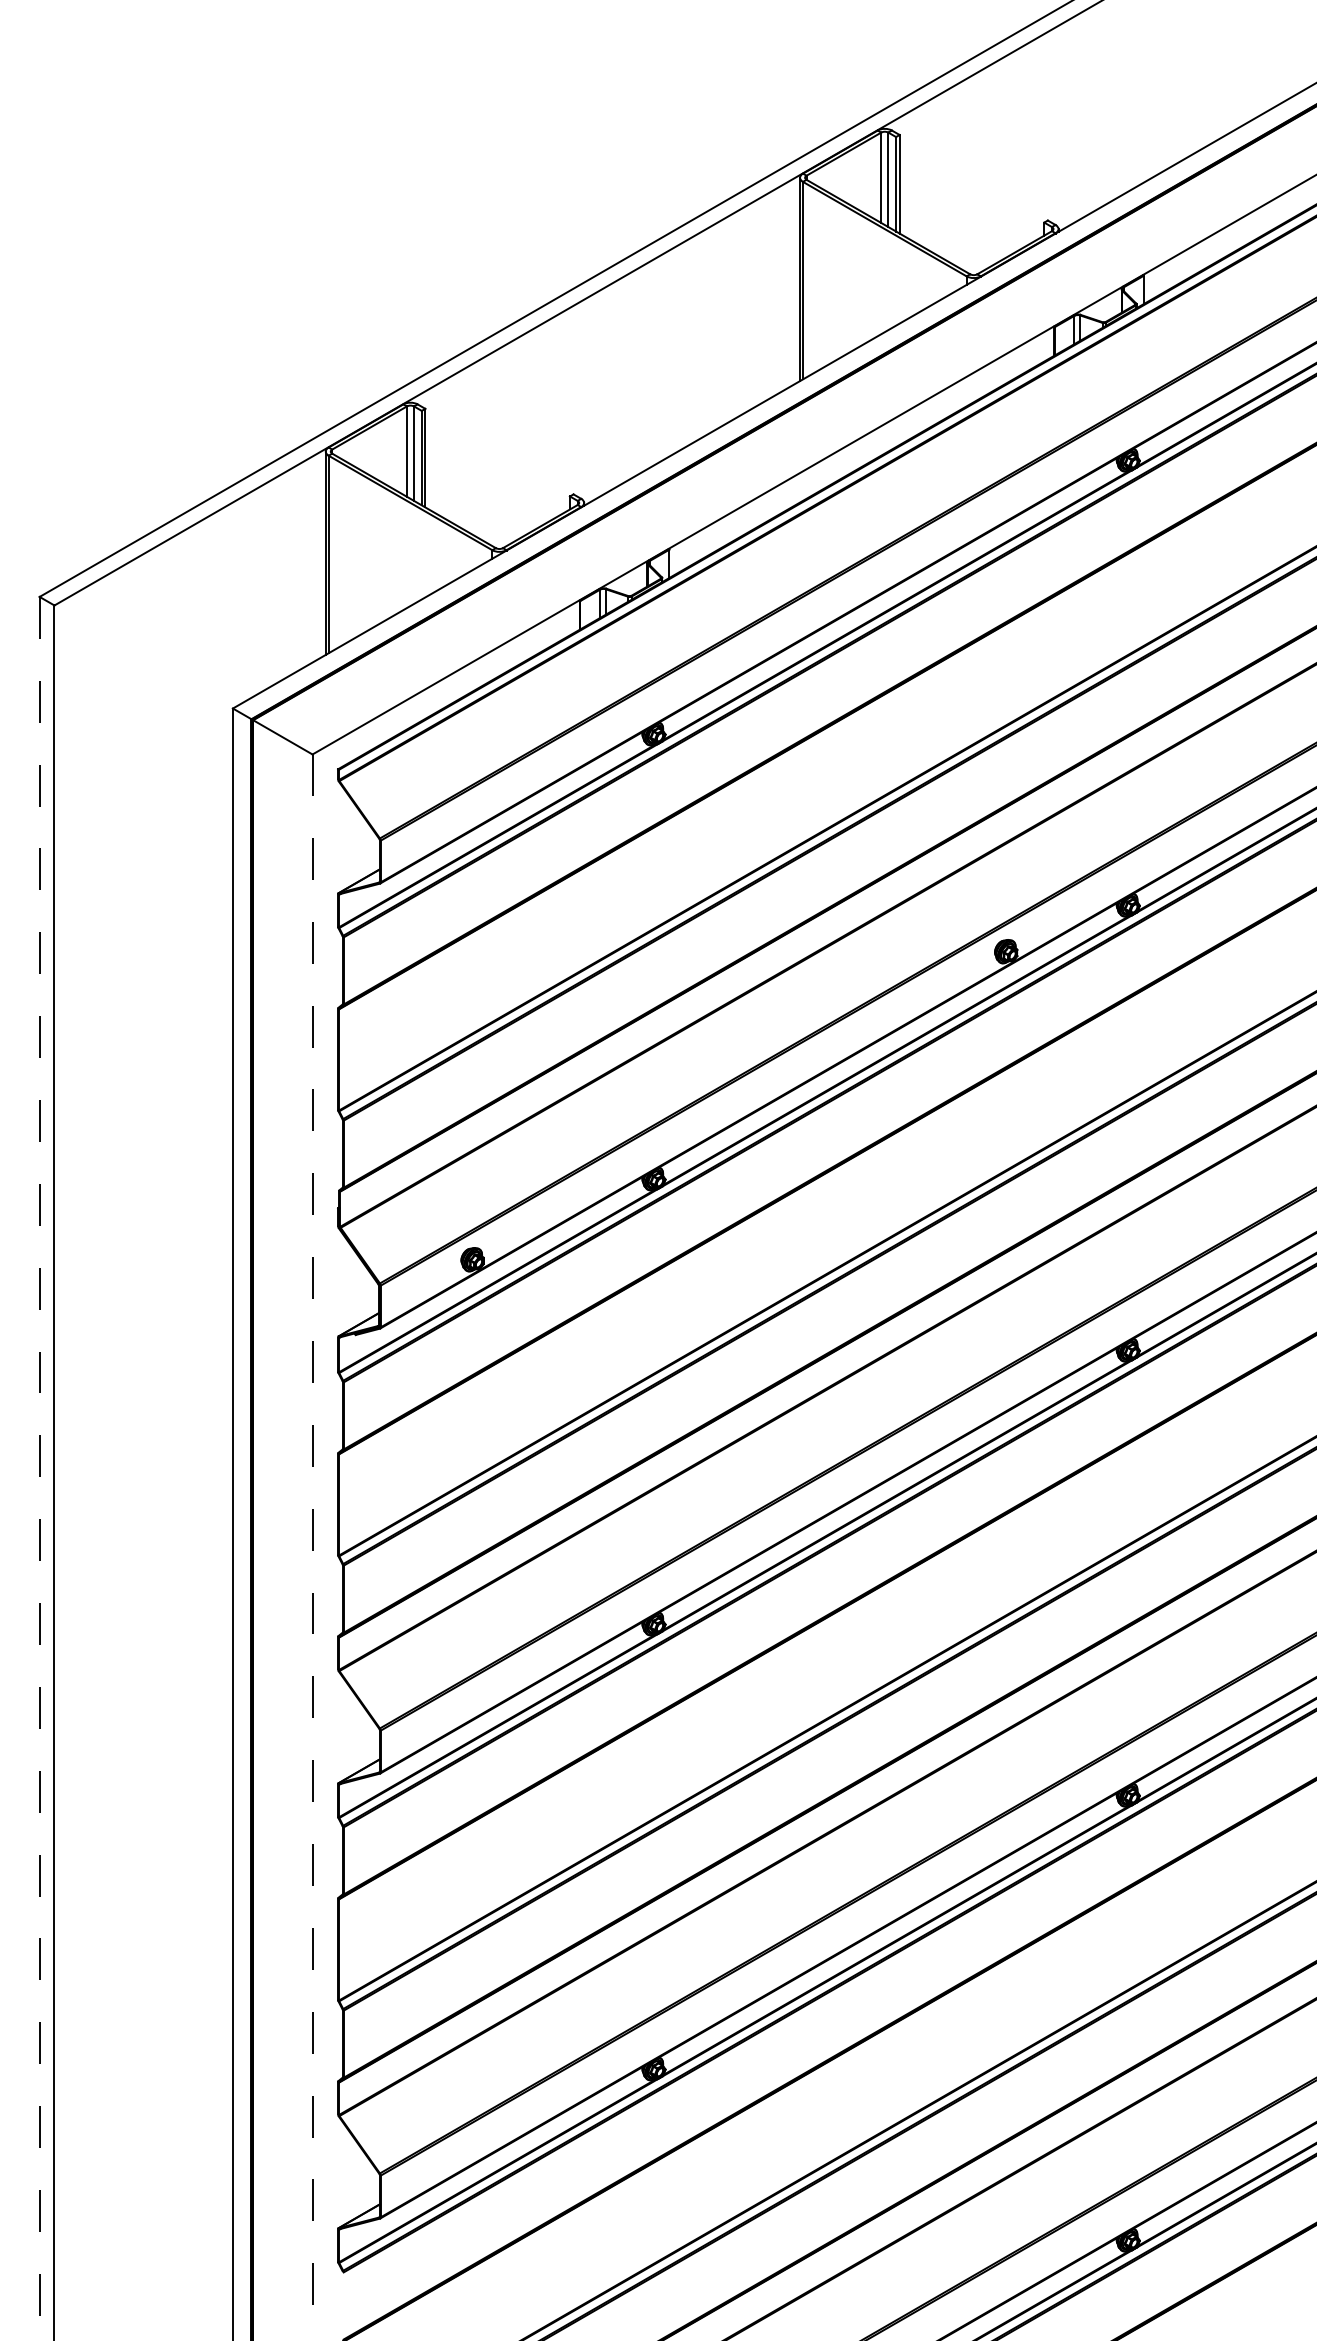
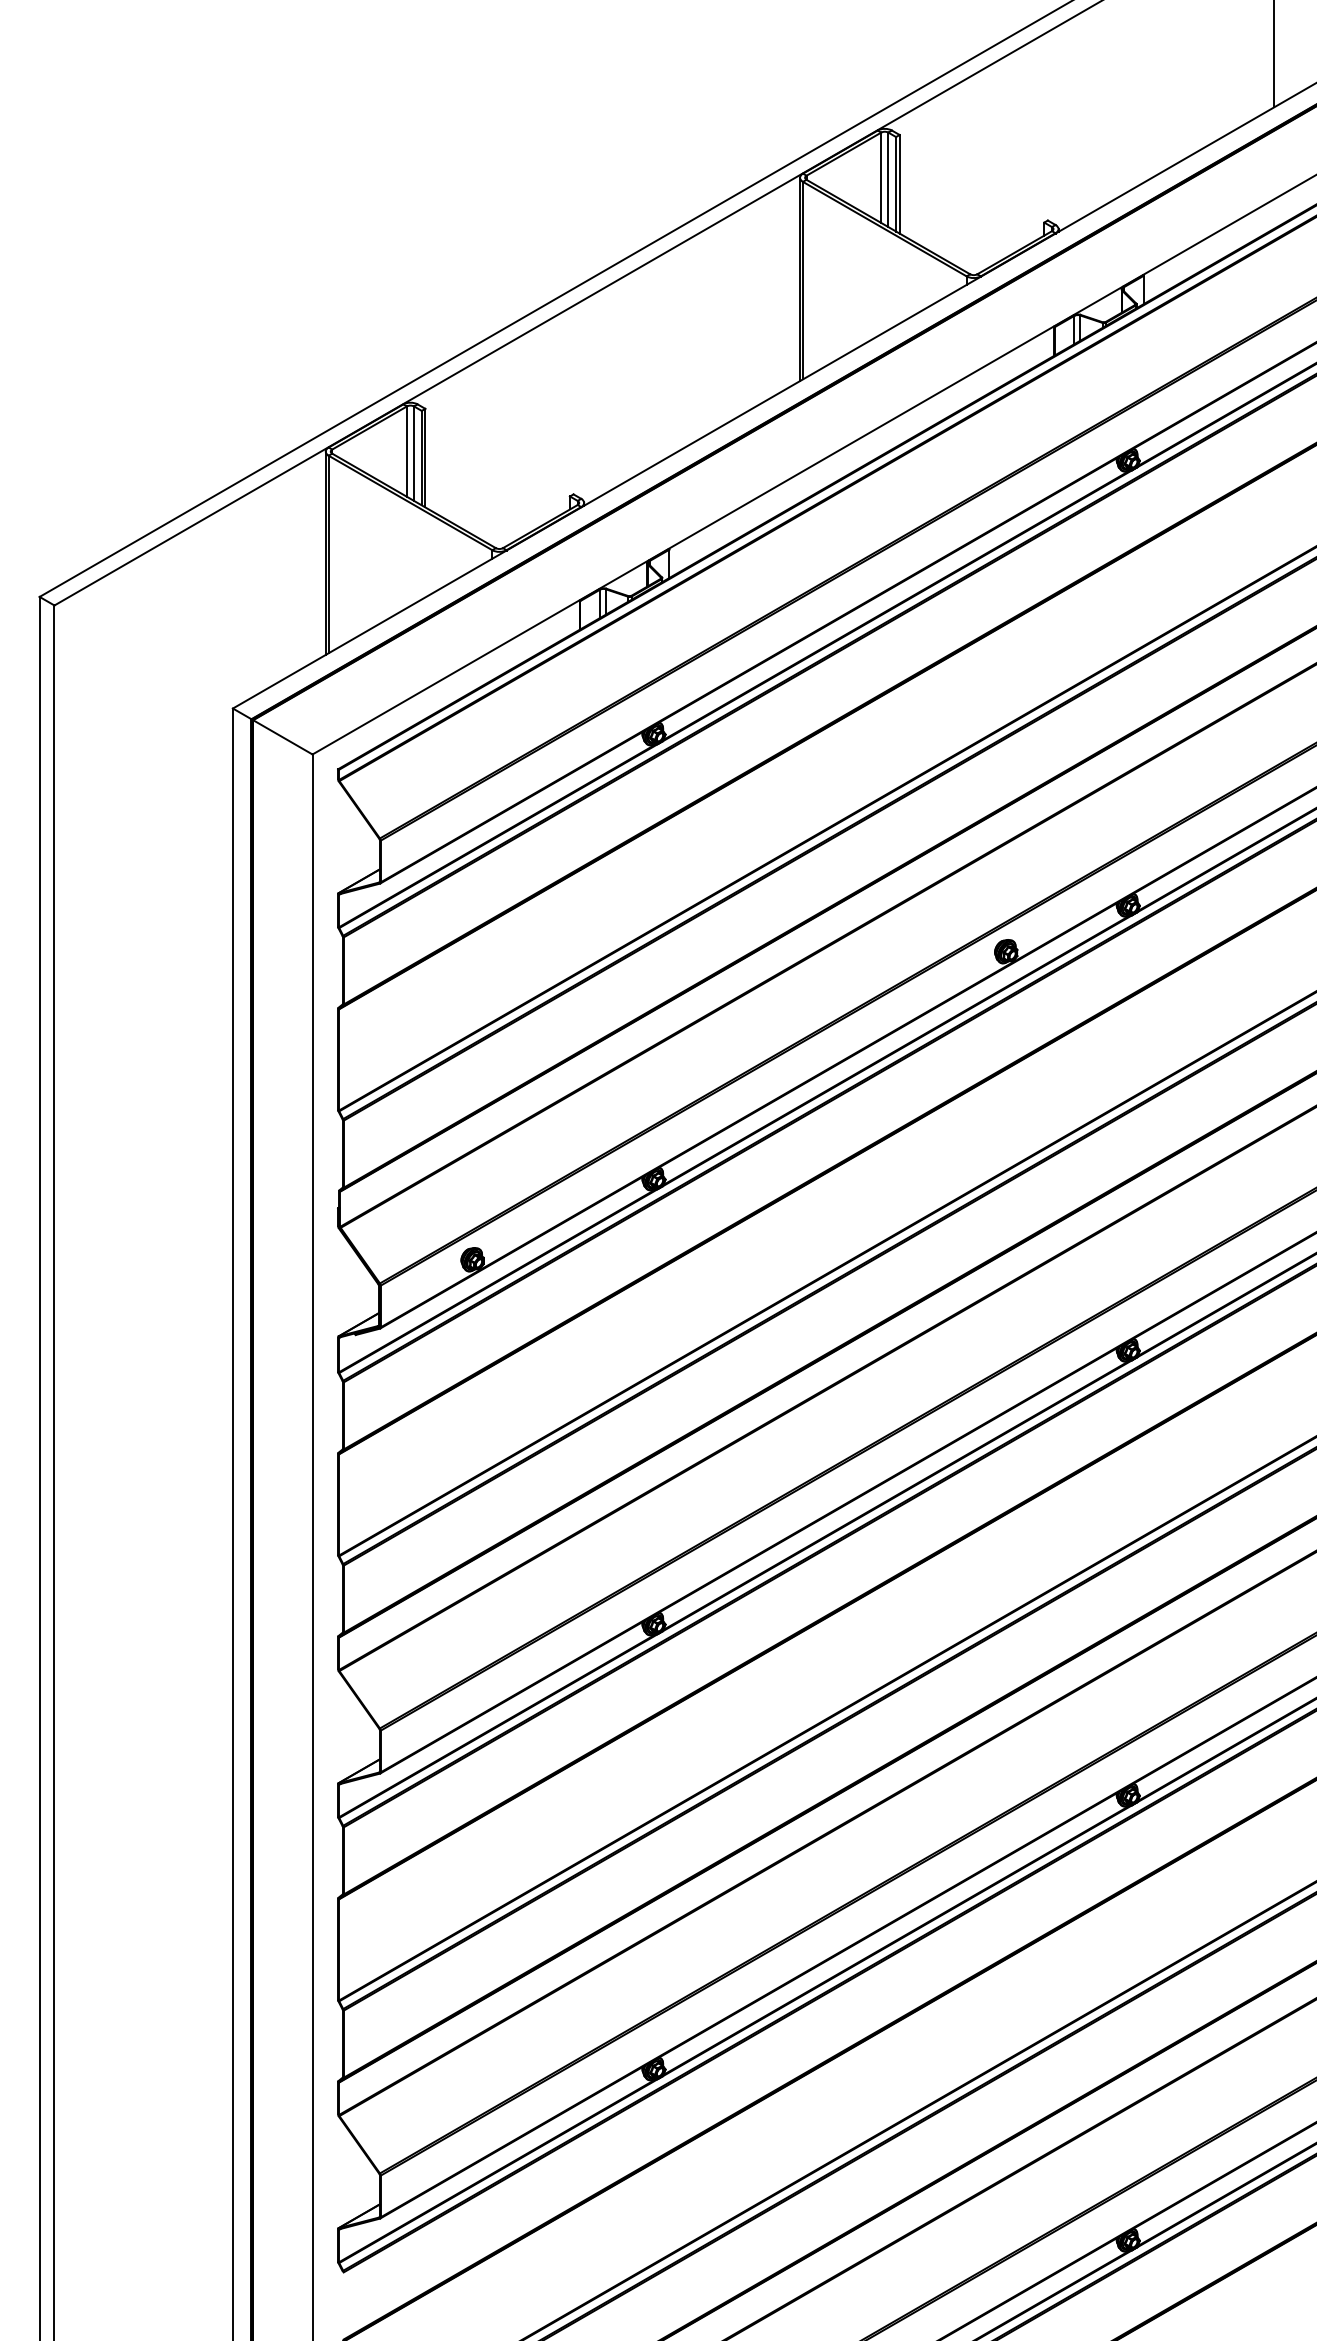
line at (1274, 54): none -> present
line at (39, 1468): dashed -> solid
line at (312, 1547): dashed -> solid
